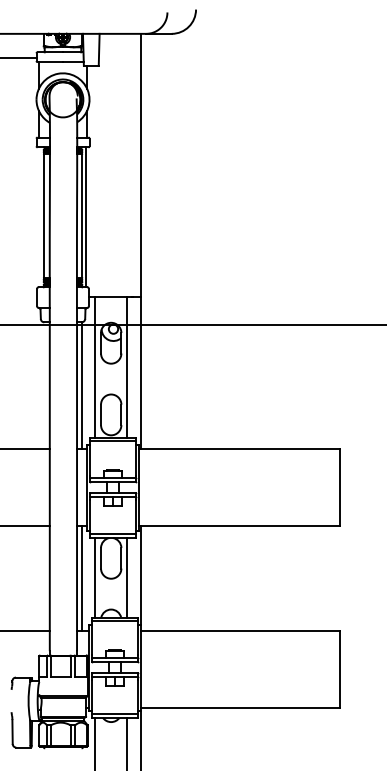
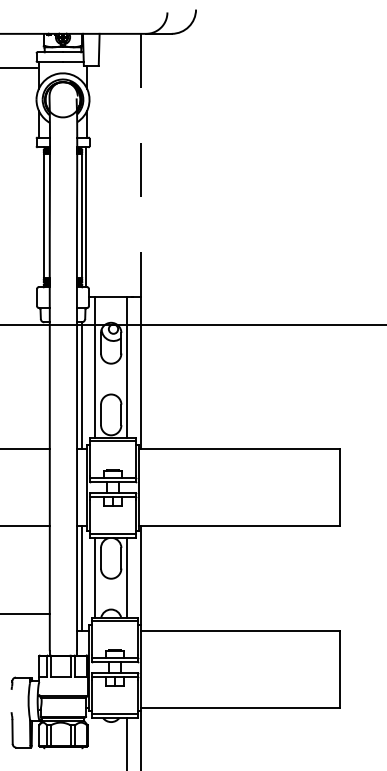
line at (19, 58) position: (19, 58) -> (19, 68)
line at (140, 165): solid -> dashed
line at (25, 630) position: (25, 630) -> (25, 613)
line at (95, 742): present -> none
